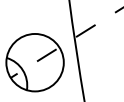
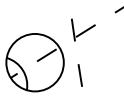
arc at (76, 50): solid -> dashed
